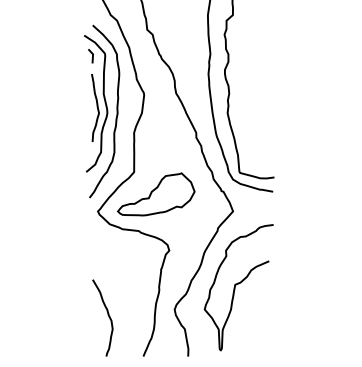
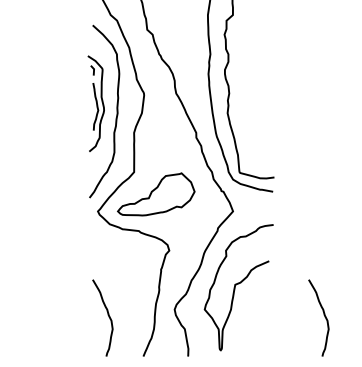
part at (96, 103) size: 25x138 px -> 18x97 px
curve at (323, 315): none -> present
